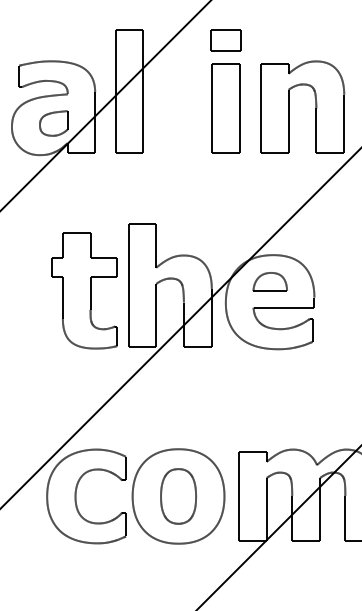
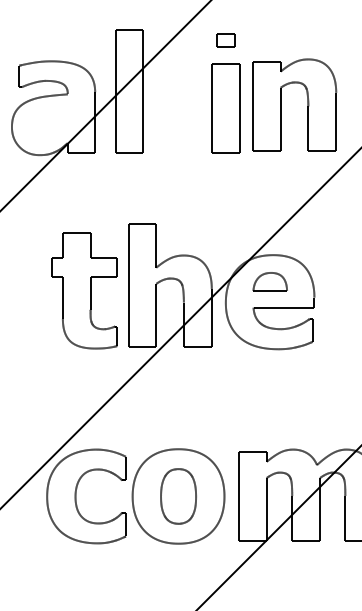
part at (225, 40) size: 32x23 px -> 20x15 px
part at (289, 106) position: (289, 106) -> (281, 104)
part at (53, 123): present -> none
